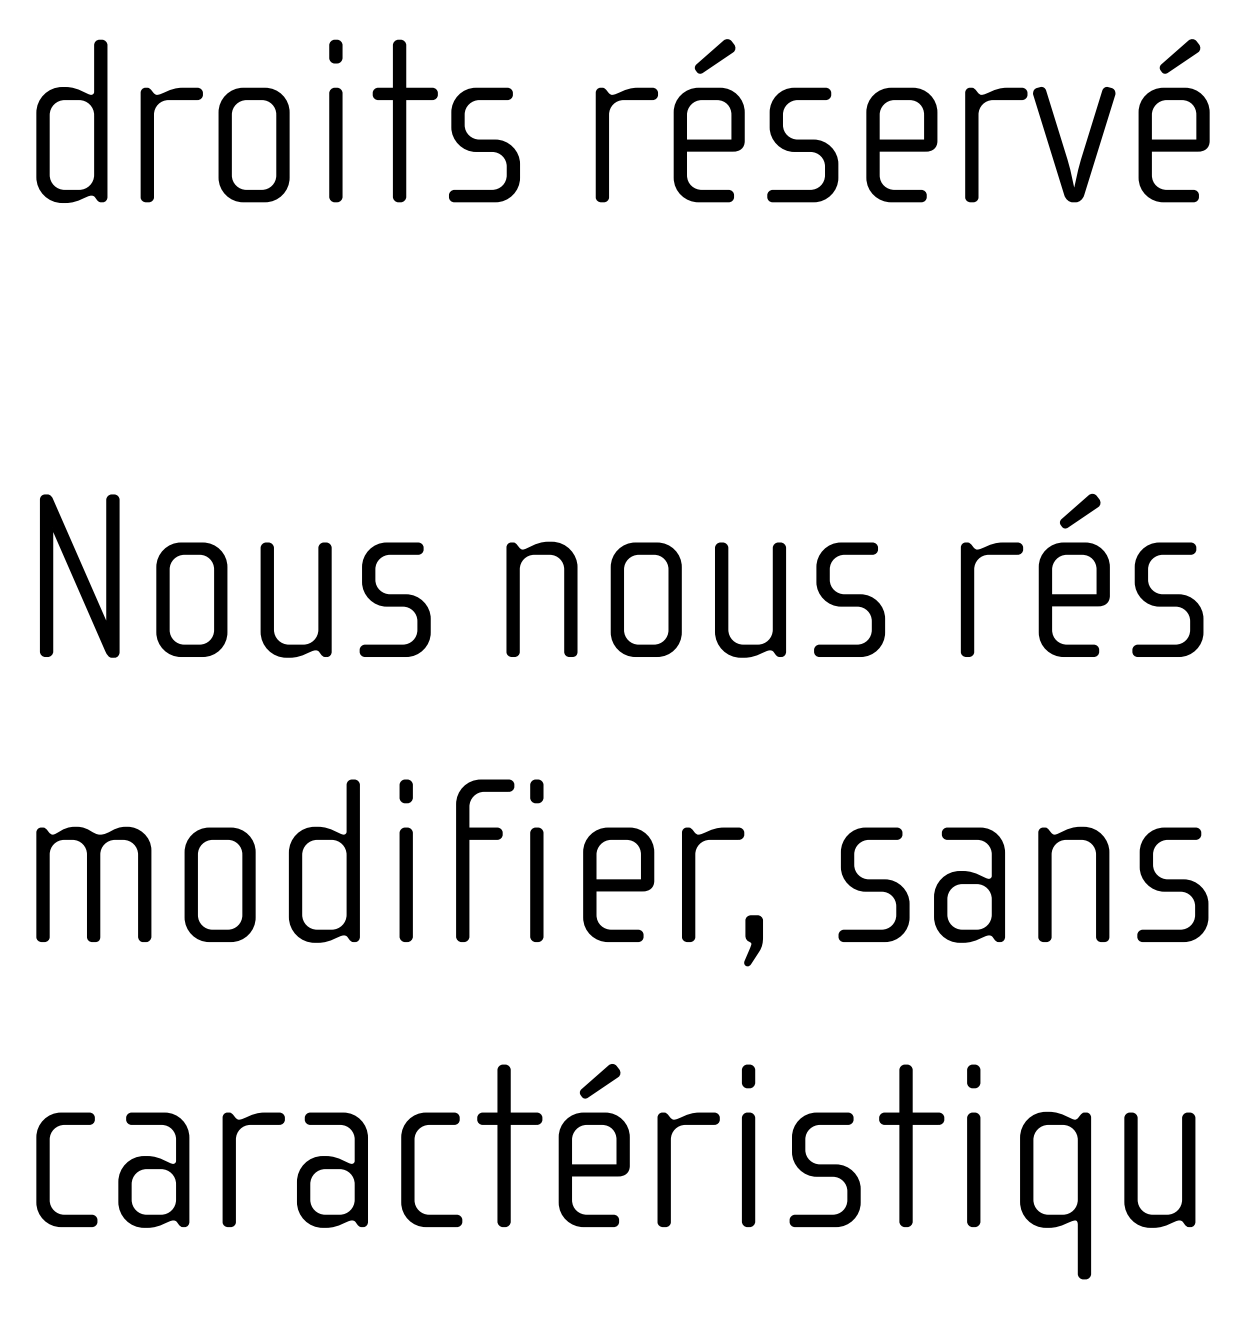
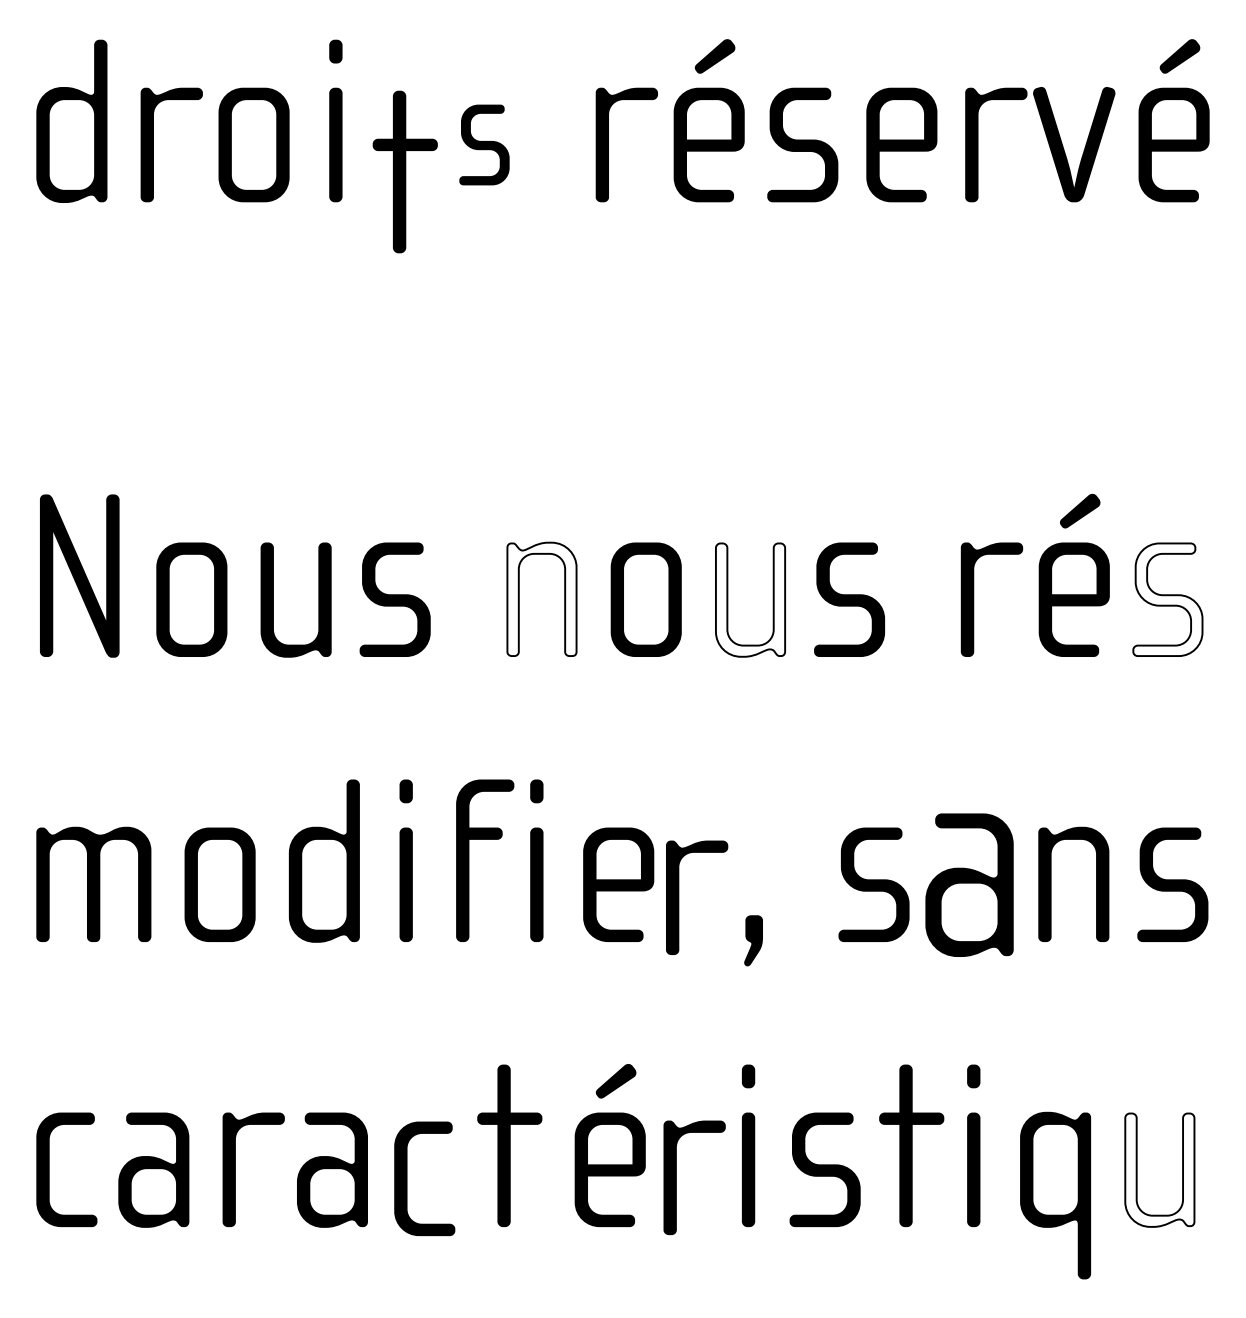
part at (404, 120) position: (404, 120) -> (404, 171)
part at (484, 144) size: 71x116 px -> 51x82 px
fill at (541, 599): present -> none
fill at (750, 599): present -> none
fill at (1167, 599): present -> none
part at (695, 884) position: (695, 884) -> (679, 897)
part at (969, 884) size: 71x116 px -> 89x144 px
part at (593, 1145) position: (593, 1145) -> (609, 1145)
part at (414, 1169) position: (414, 1169) -> (407, 1178)
part at (670, 1169) position: (670, 1169) -> (676, 1177)
fill at (1159, 1169): present -> none
